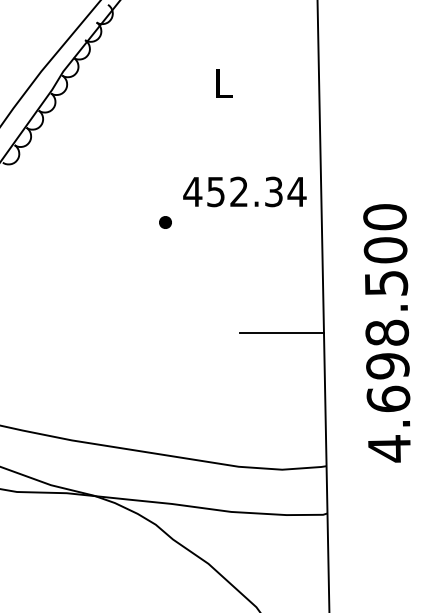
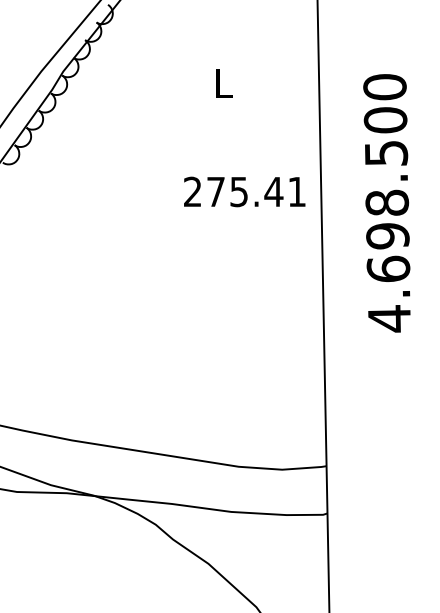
text at (244, 191): 452.34 -> 275.41
part at (165, 222): present -> none
line at (281, 333): present -> none
text at (386, 333) position: (386, 333) -> (386, 203)
